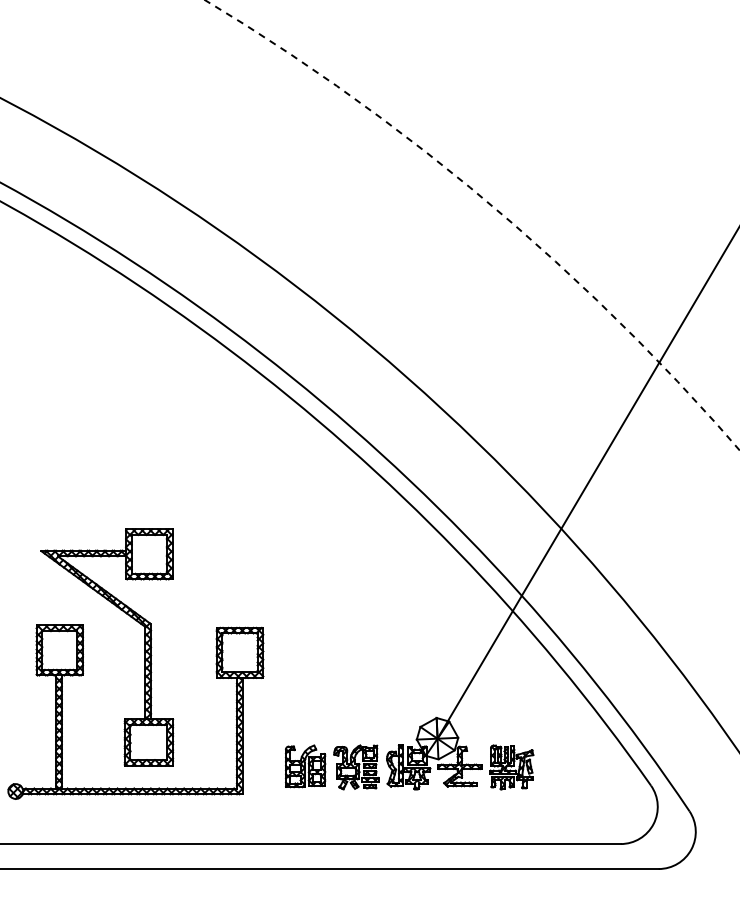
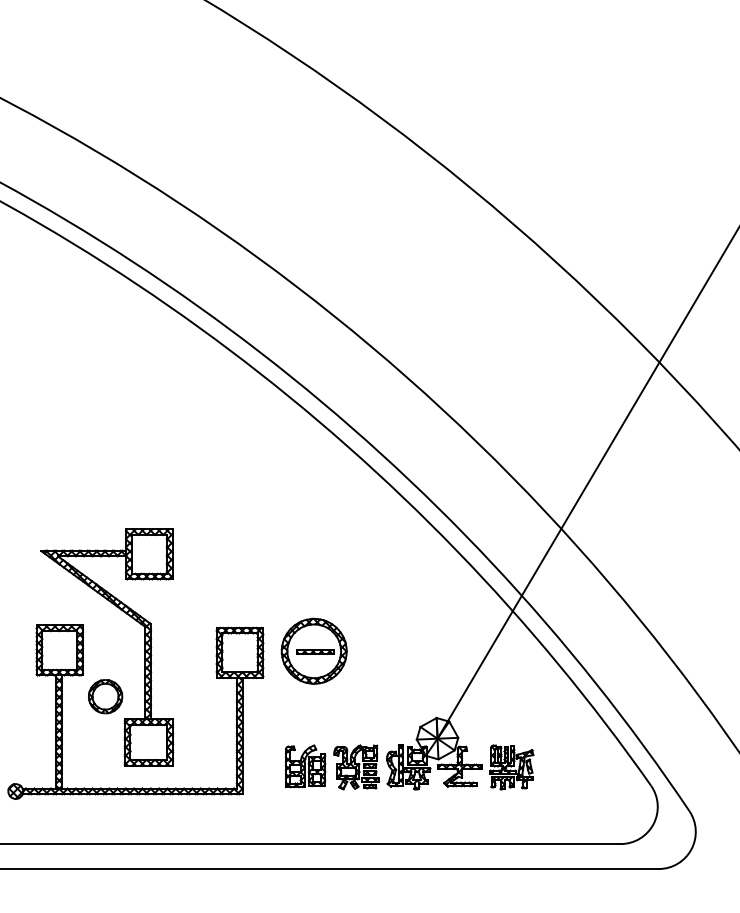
arc at (489, 204): dashed -> solid
part at (313, 650): none -> present
part at (105, 696): none -> present
